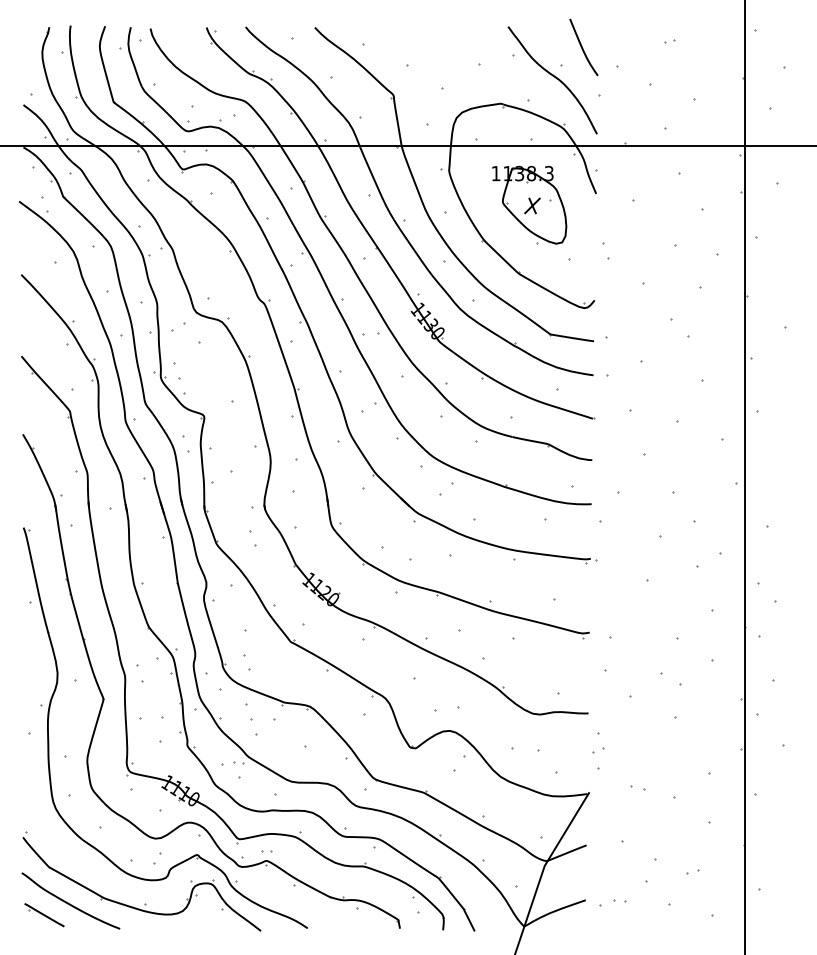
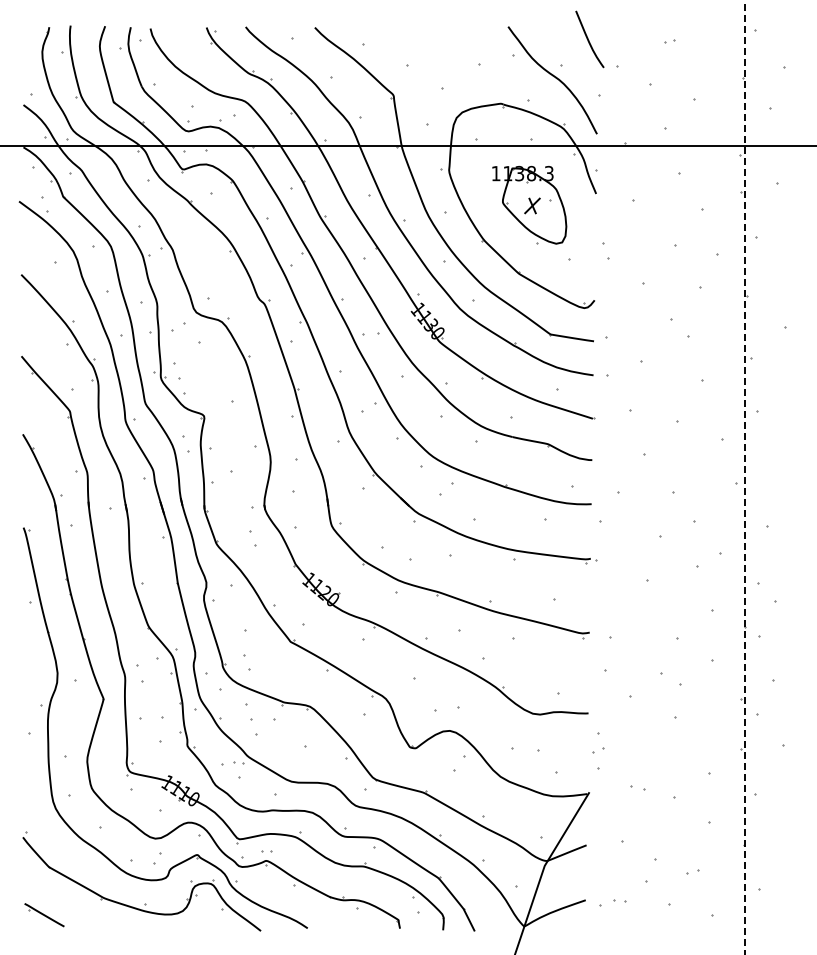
curve at (582, 47) position: (582, 47) -> (588, 39)
line at (744, 477): solid -> dashed
curve at (68, 902): present -> none
